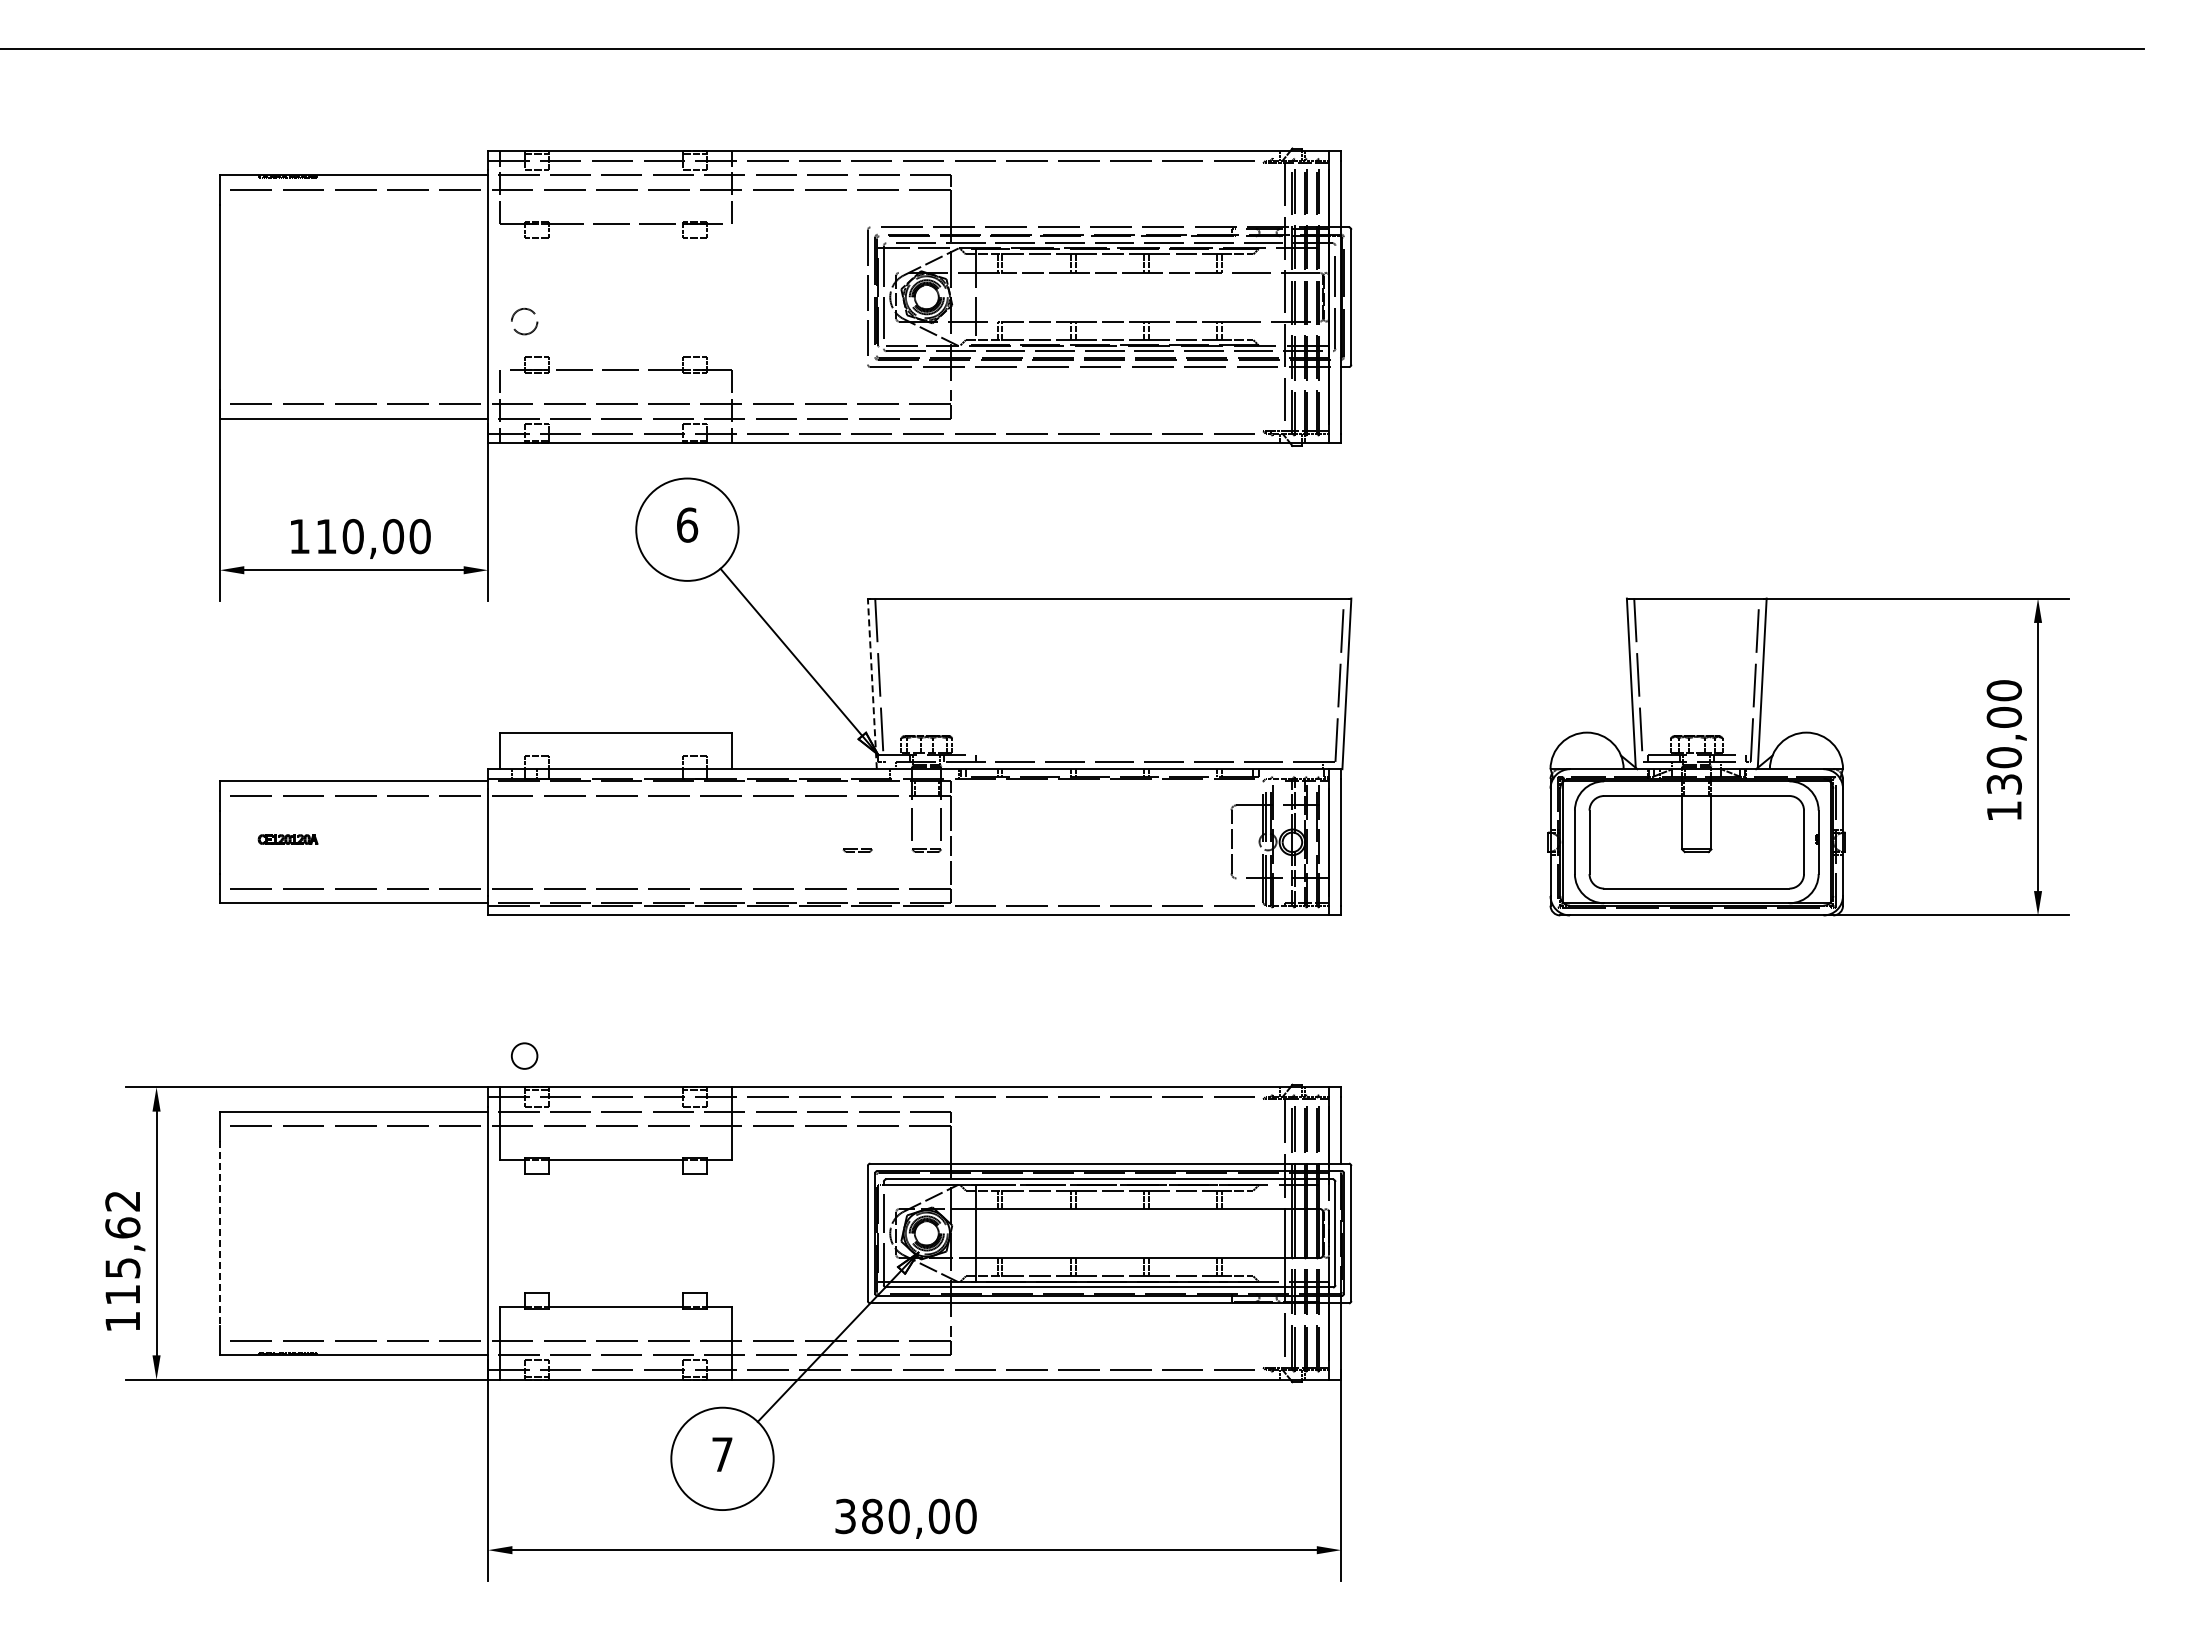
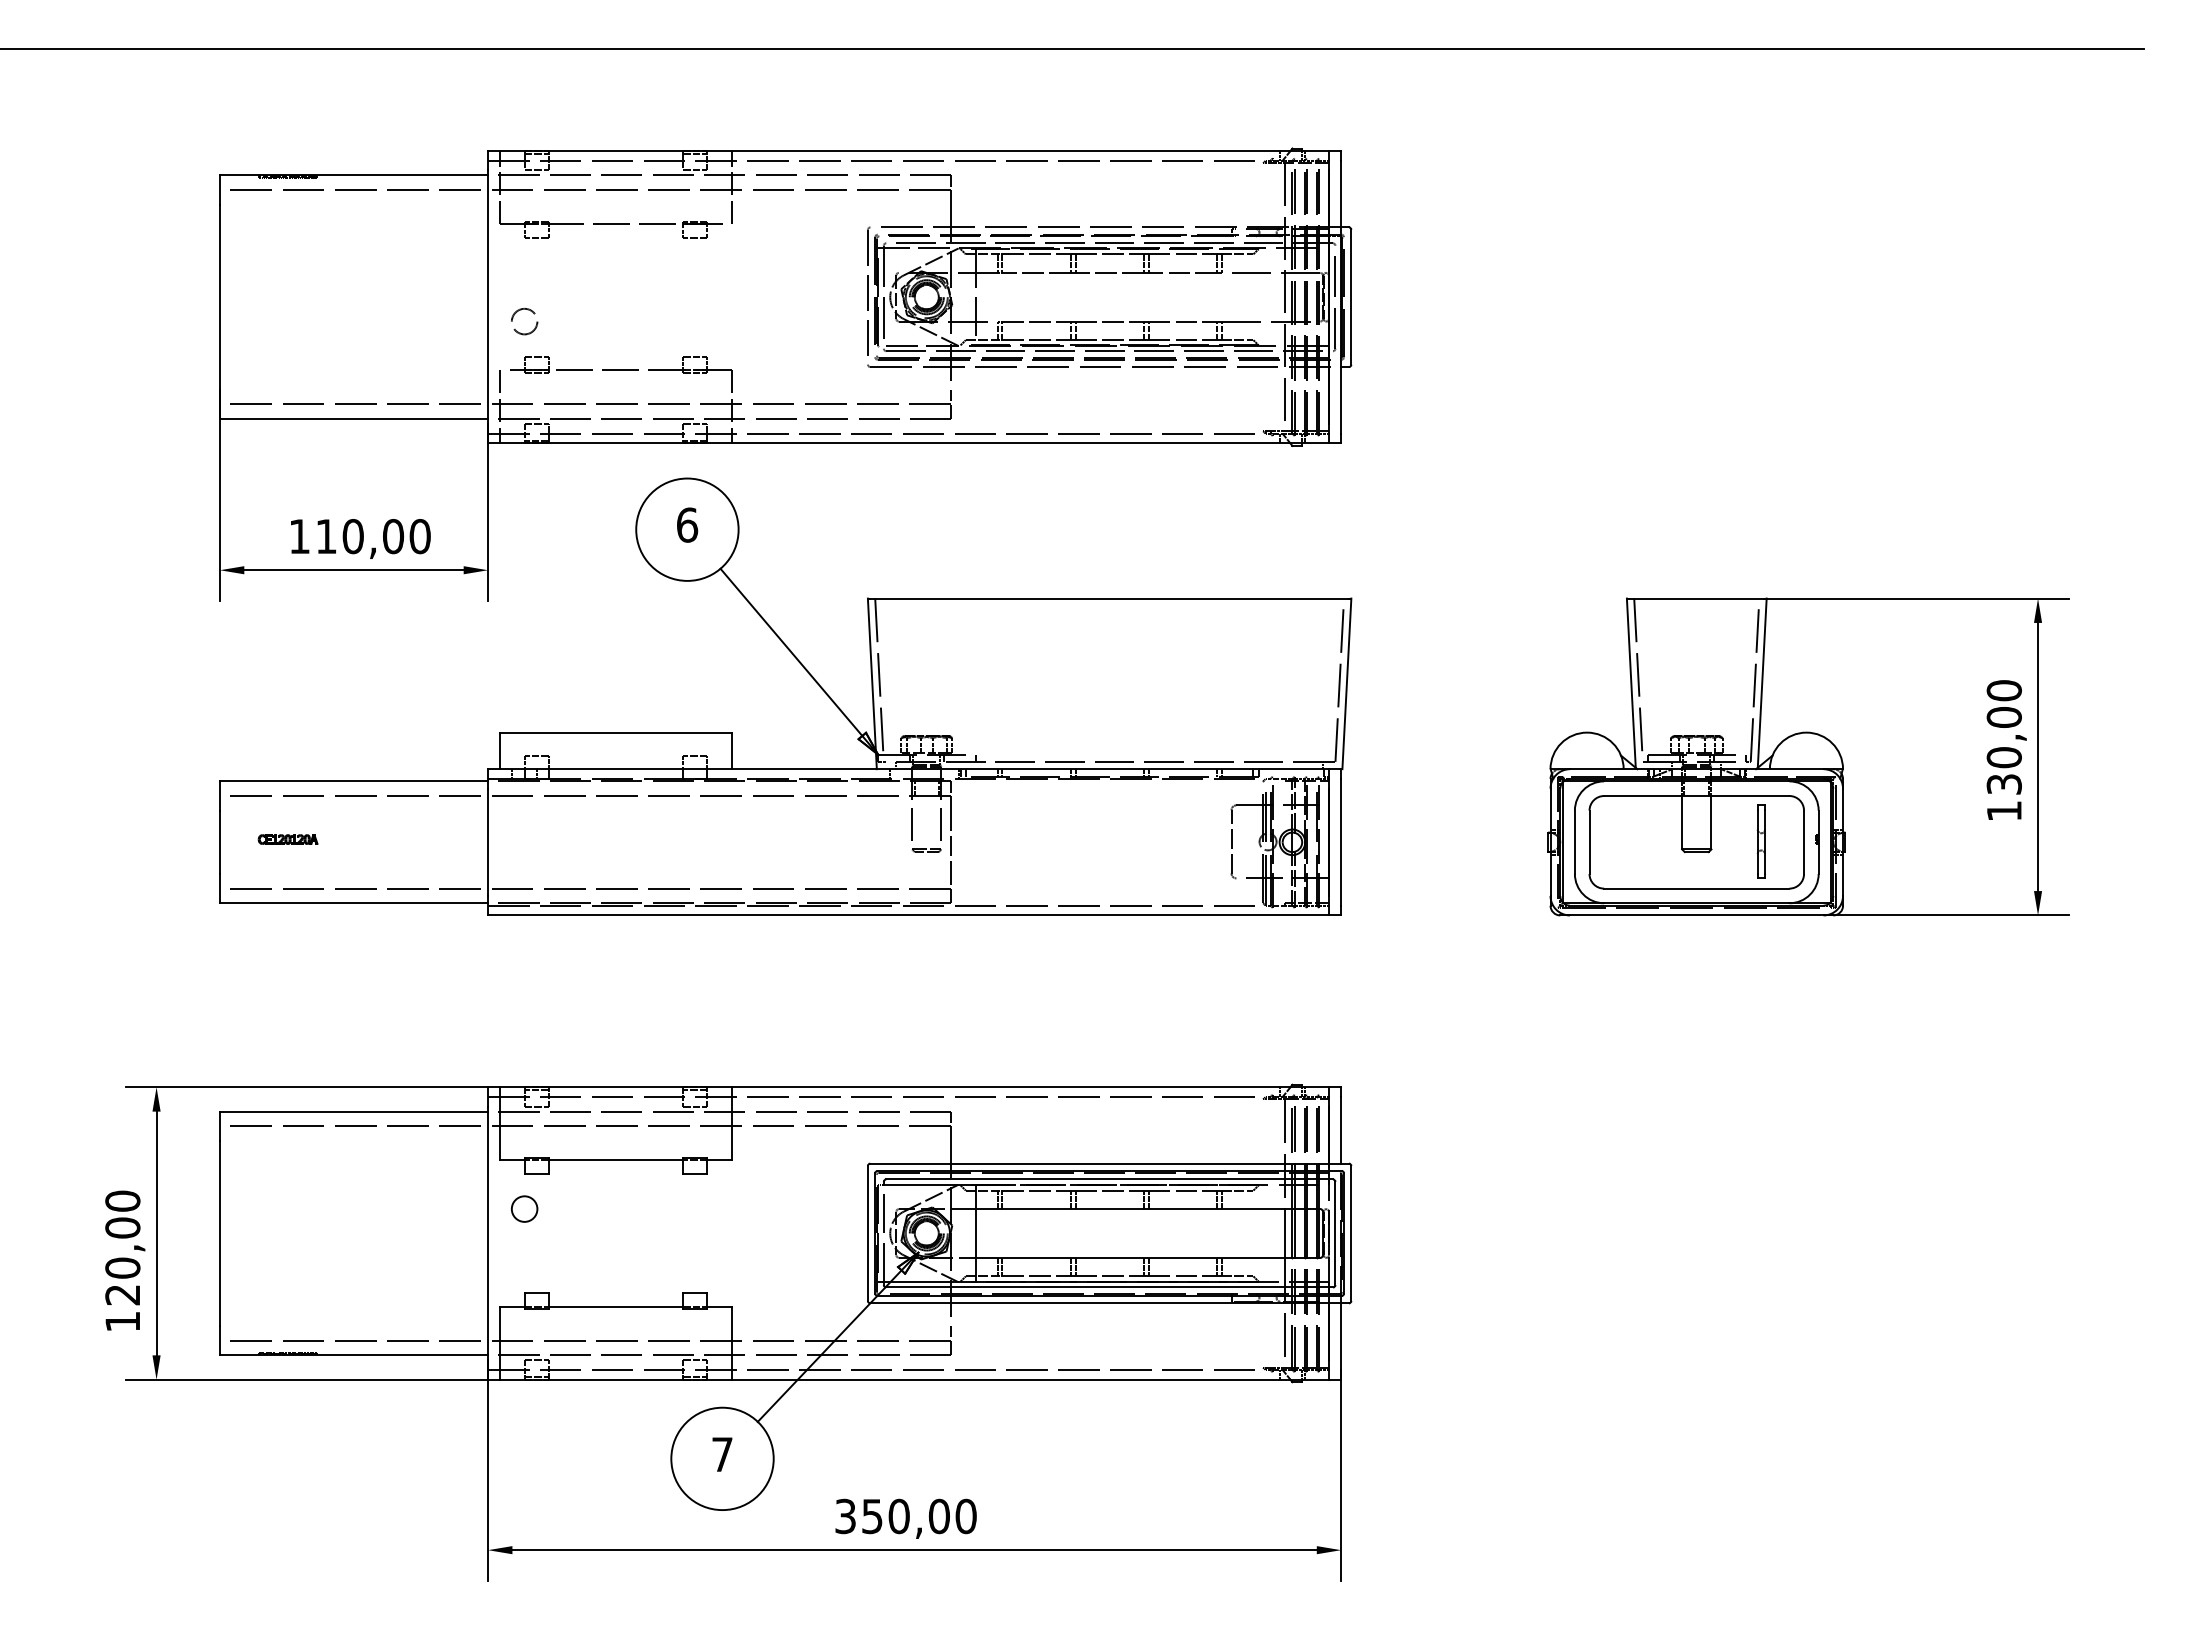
line at (872, 683): dashed -> solid
part at (1760, 841): none -> present
line at (857, 849): present -> none
circle at (524, 1055) position: (524, 1055) -> (524, 1208)
line at (219, 1233): dashed -> solid
text at (122, 1247): 115,62 -> 120,00
text at (872, 1516): 380,00 -> 350,00
